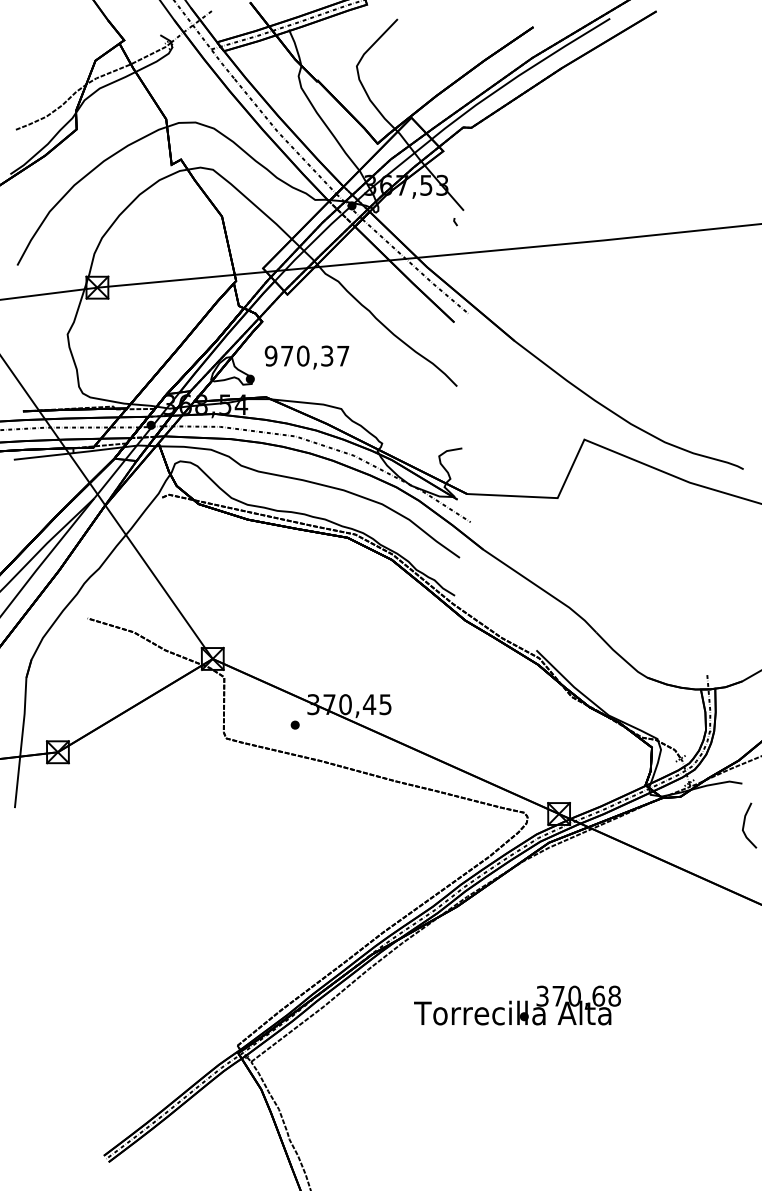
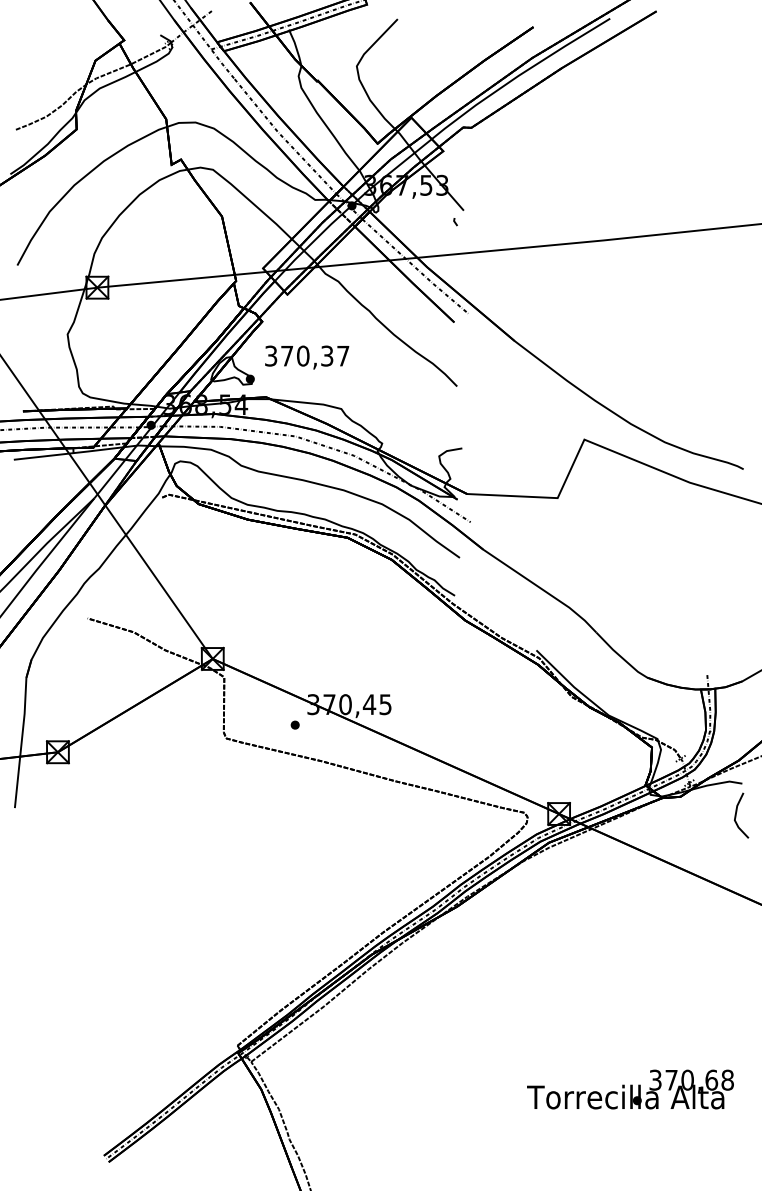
text at (270, 355): 970,37 -> 370,37
line at (744, 825) position: (744, 825) -> (736, 815)
text at (517, 1005) position: (517, 1005) -> (630, 1089)
